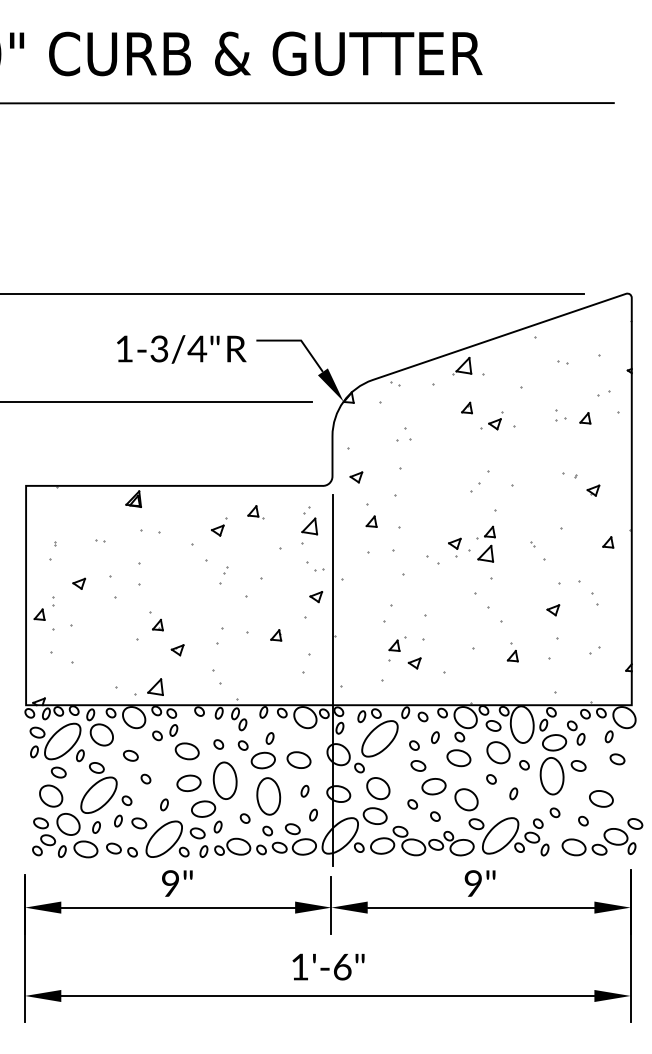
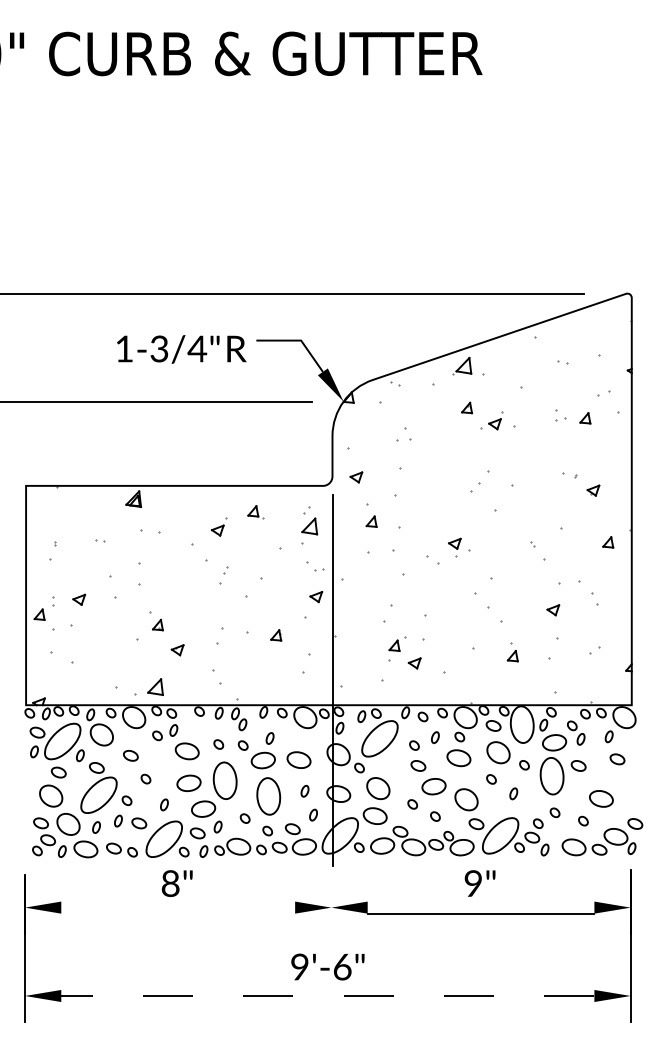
line at (307, 103): present -> none
part at (485, 543): present -> none
part at (78, 583) position: (78, 583) -> (78, 599)
text at (170, 884): 9" -> 8"
line at (331, 905): present -> none
line at (178, 907): present -> none
line at (480, 907) position: (480, 907) -> (480, 913)
text at (299, 966): 1'-6" -> 9'-6"
line at (327, 995): solid -> dashed
